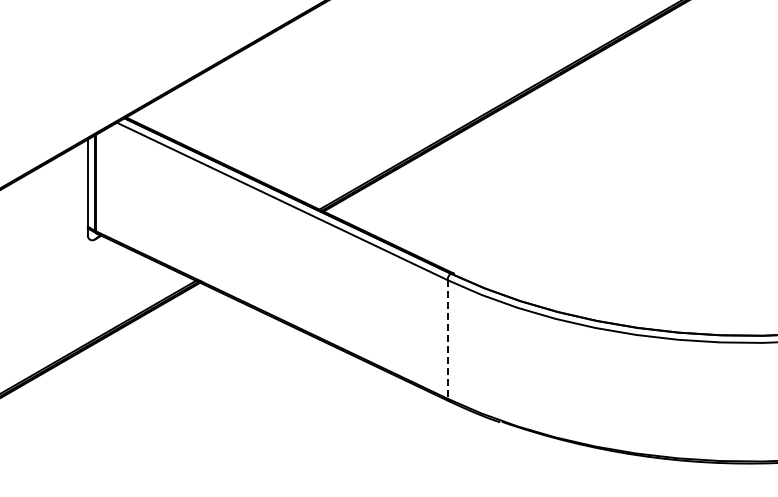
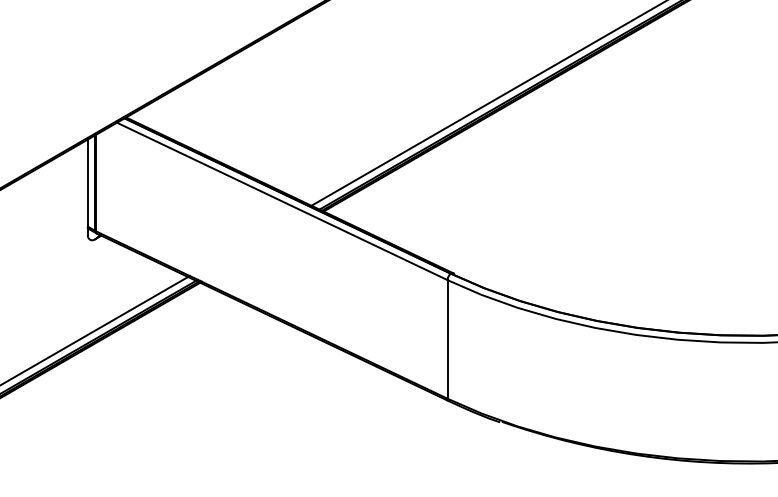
line at (487, 103): none -> present
line at (95, 330): none -> present
line at (447, 339): dashed -> solid
